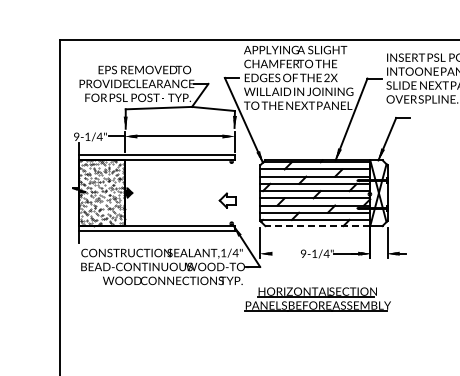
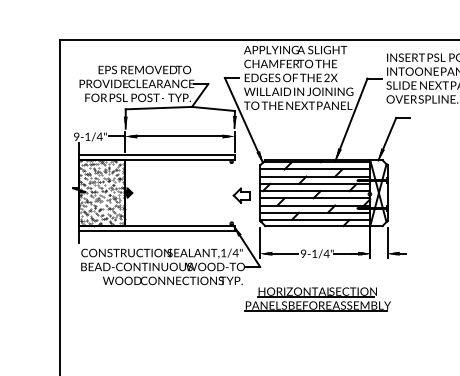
part at (227, 200) position: (227, 200) -> (241, 195)
line at (317, 226): dashed -> solid
line at (283, 253): none -> present
